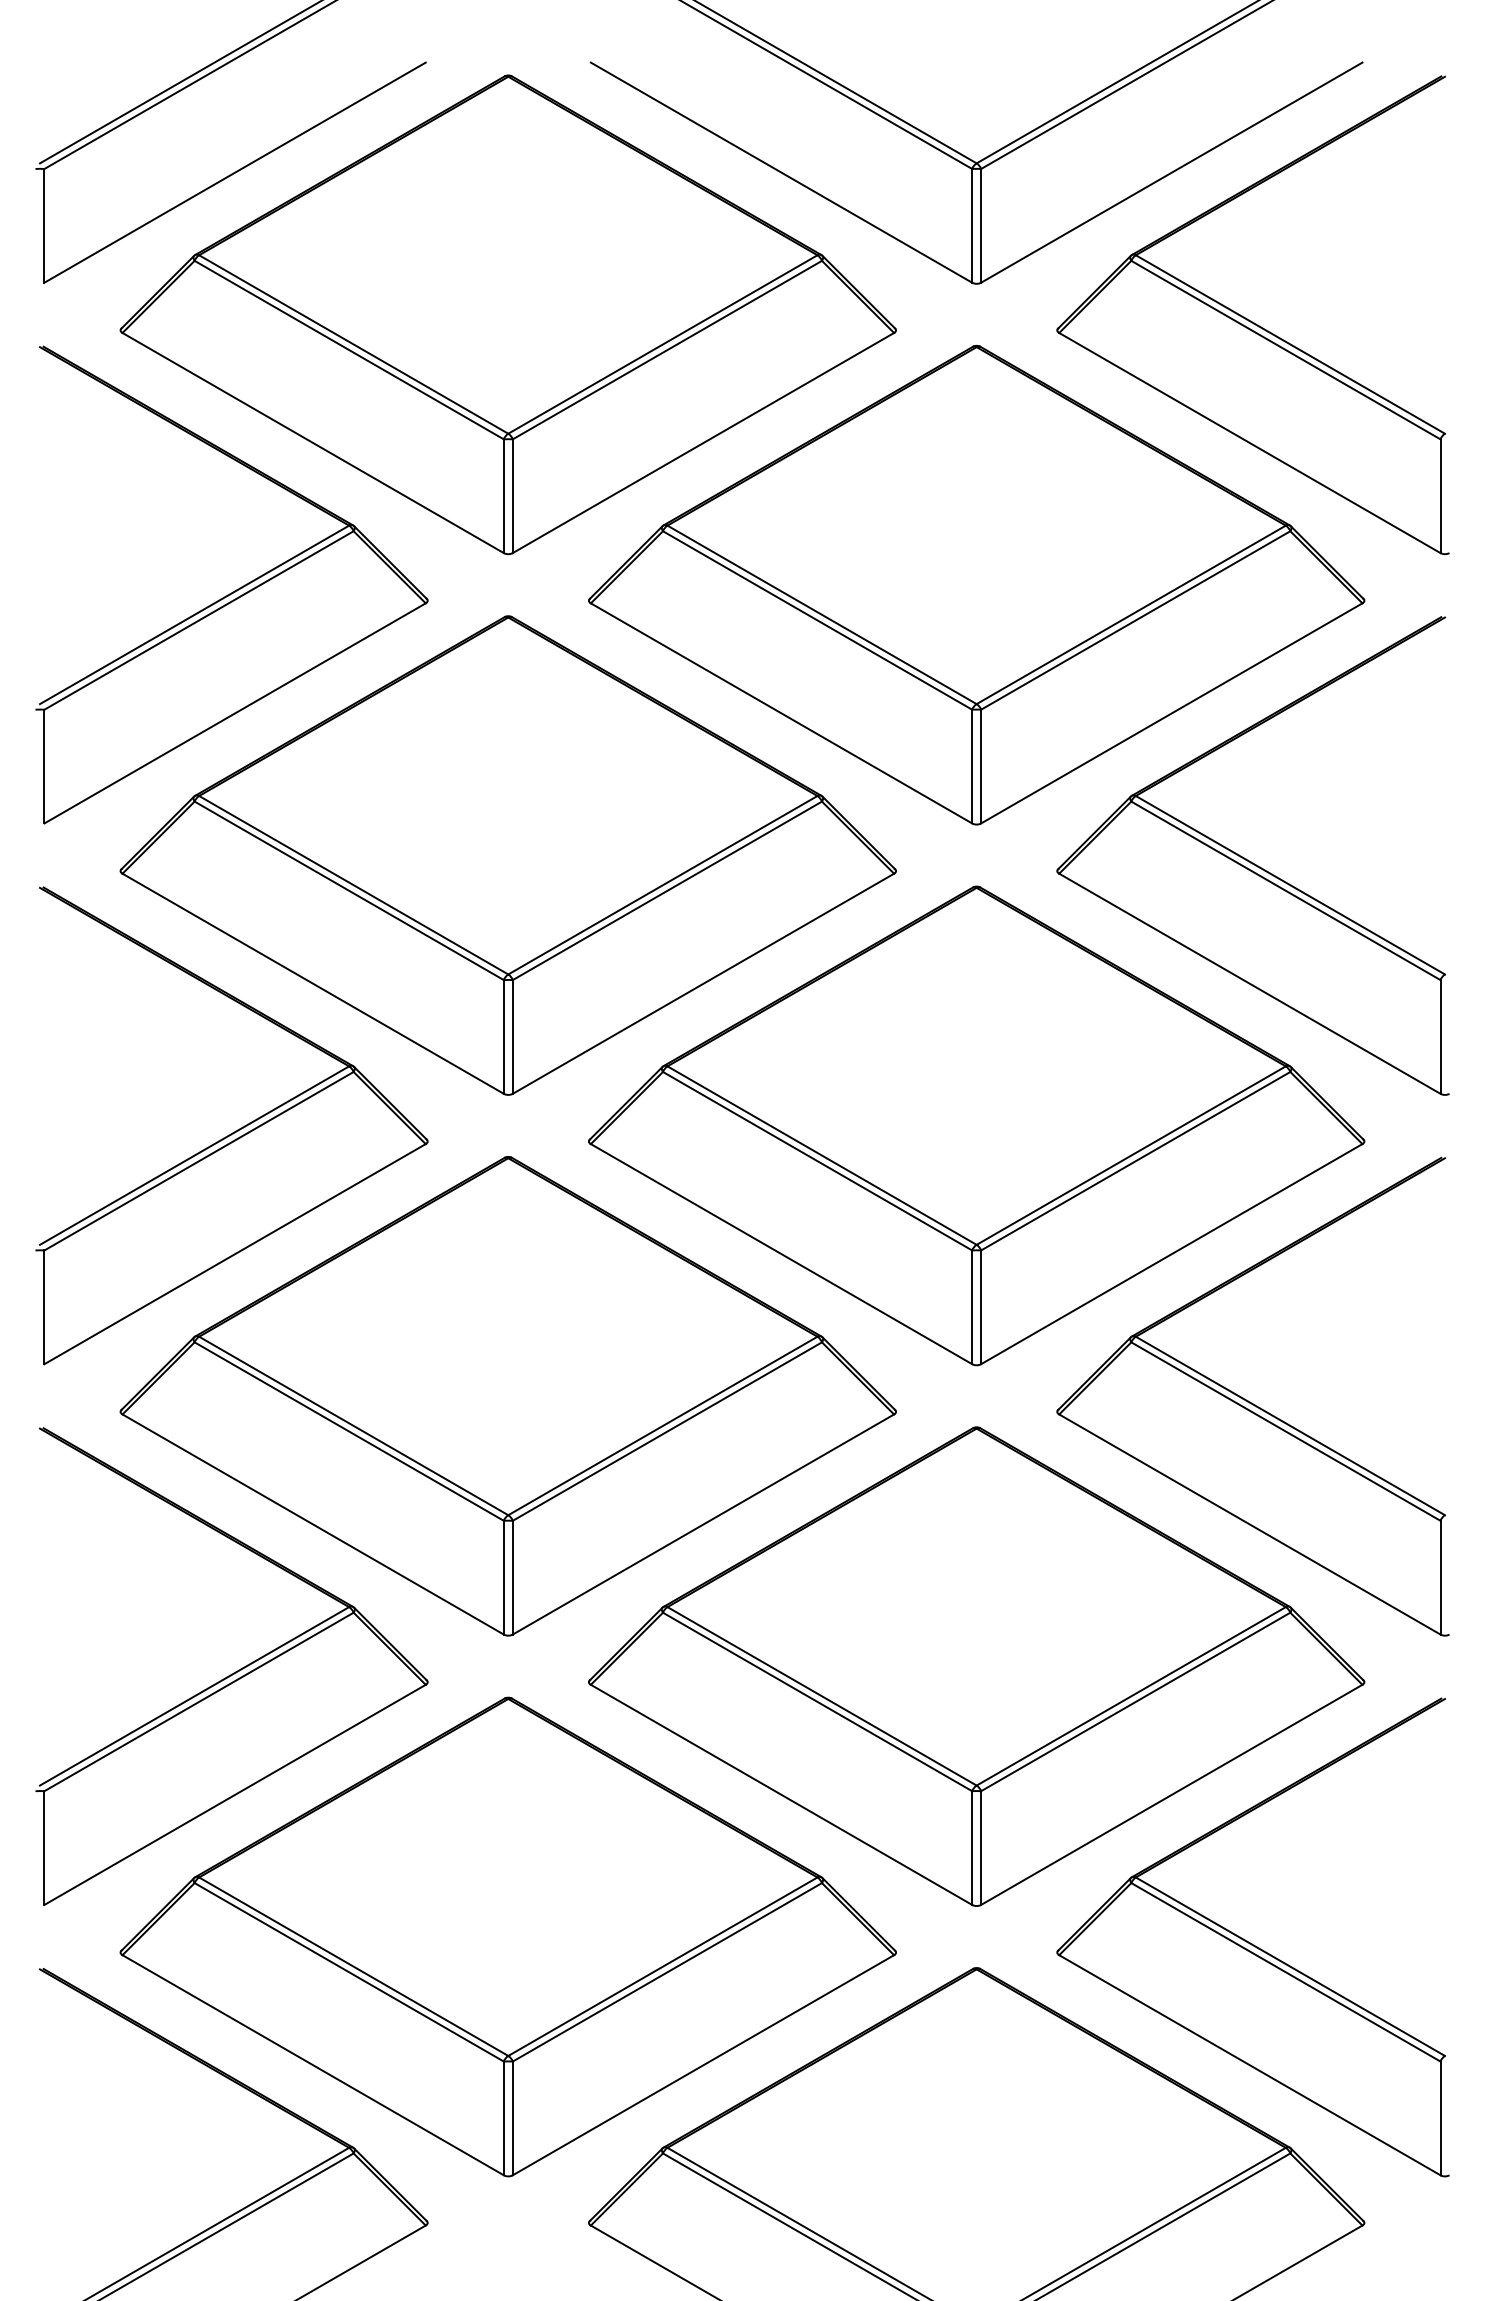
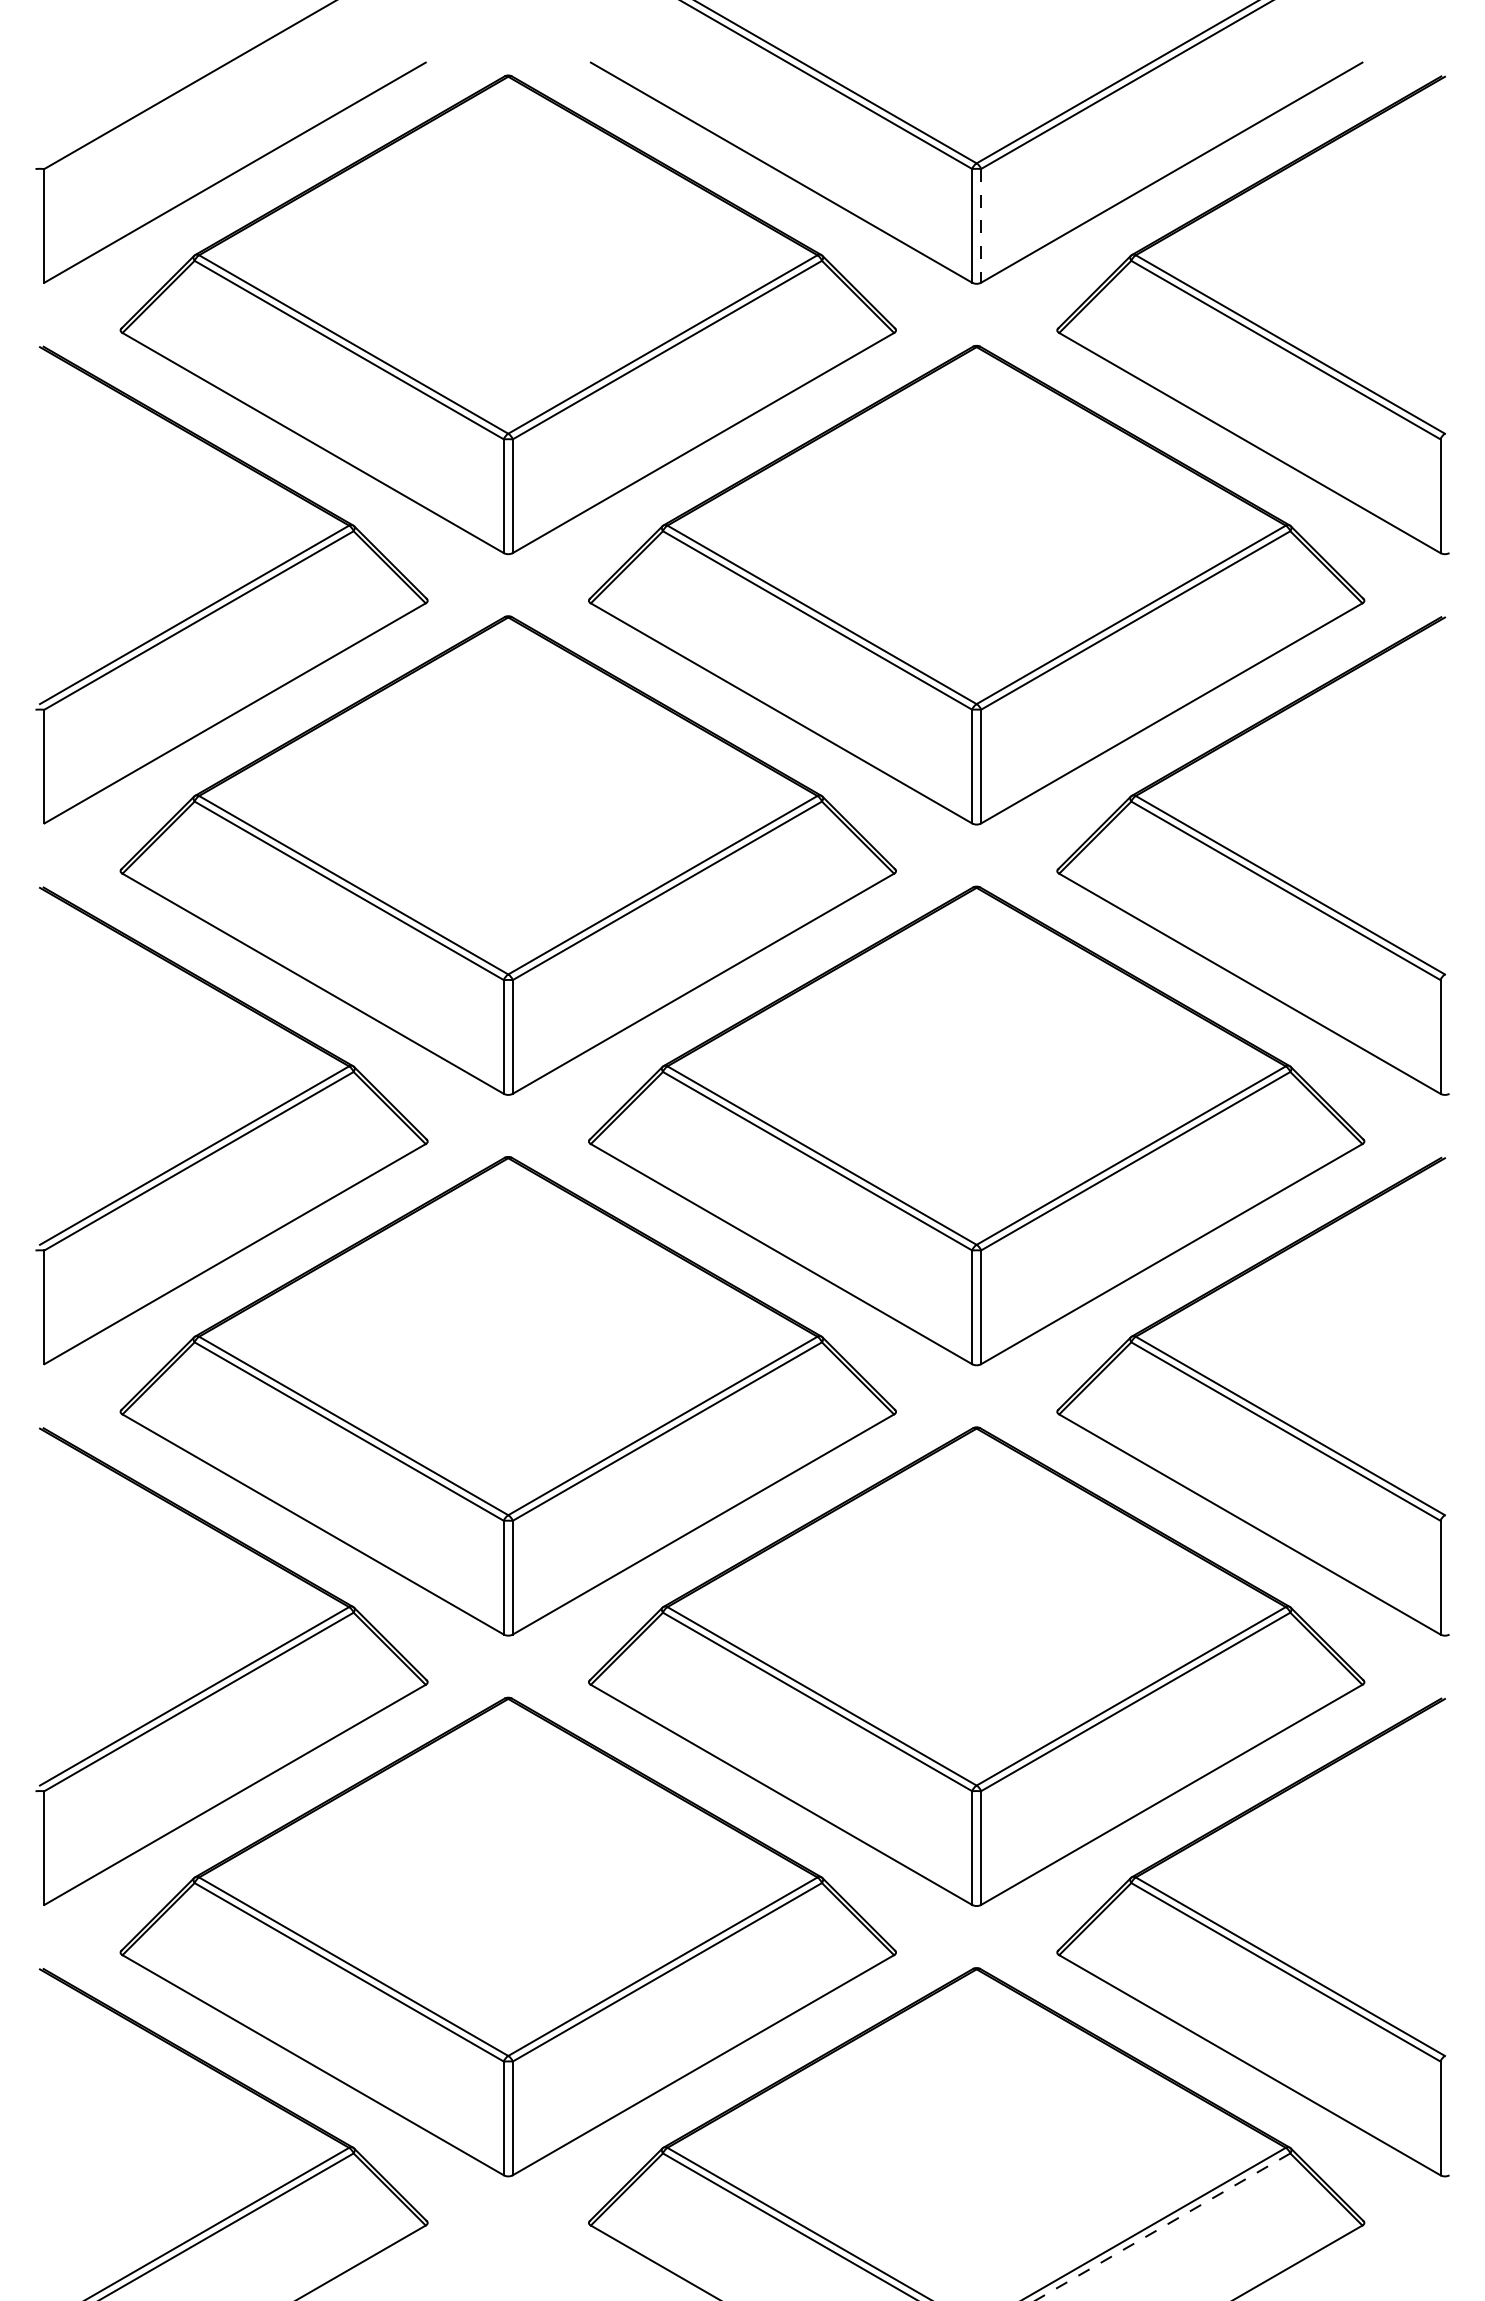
line at (178, 82): present -> none
line at (981, 225): solid -> dashed
line at (1162, 2227): solid -> dashed
